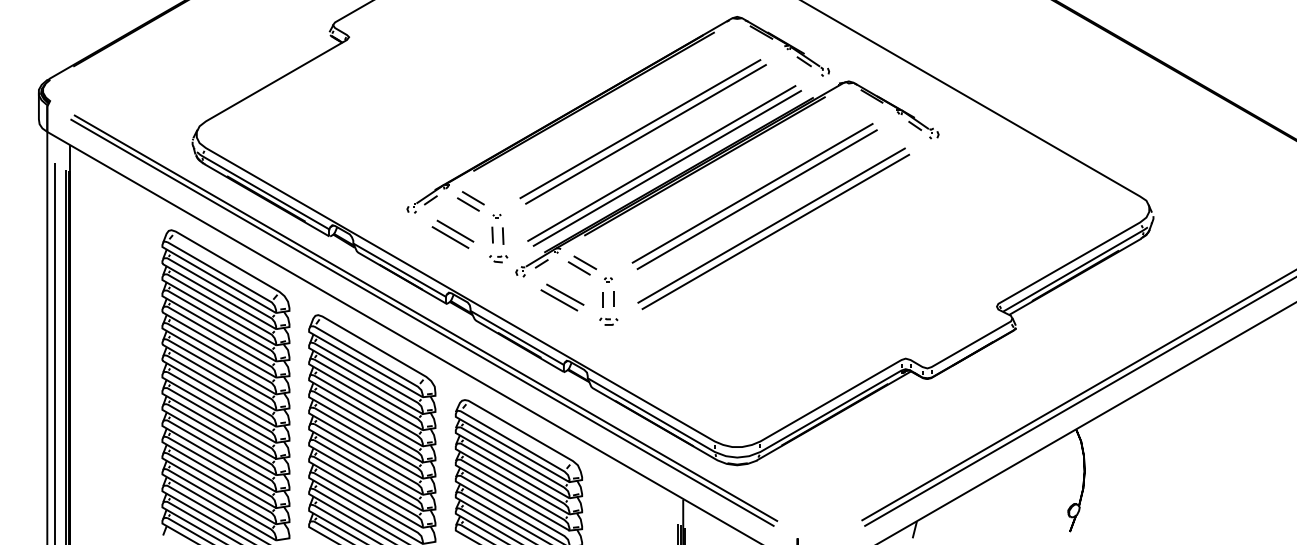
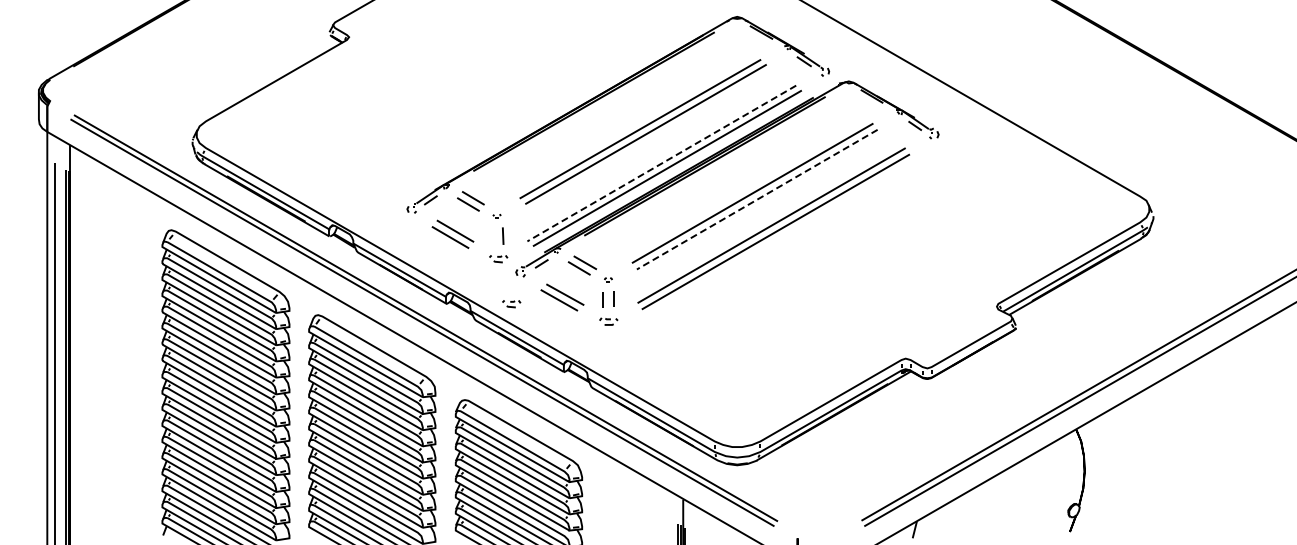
line at (661, 163): solid -> dashed
line at (756, 199): solid -> dashed
line at (492, 234): present -> none
part at (511, 304): none -> present
